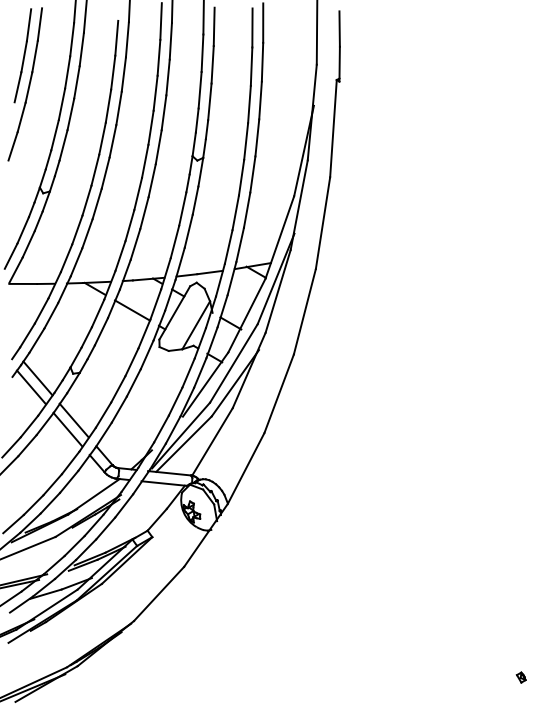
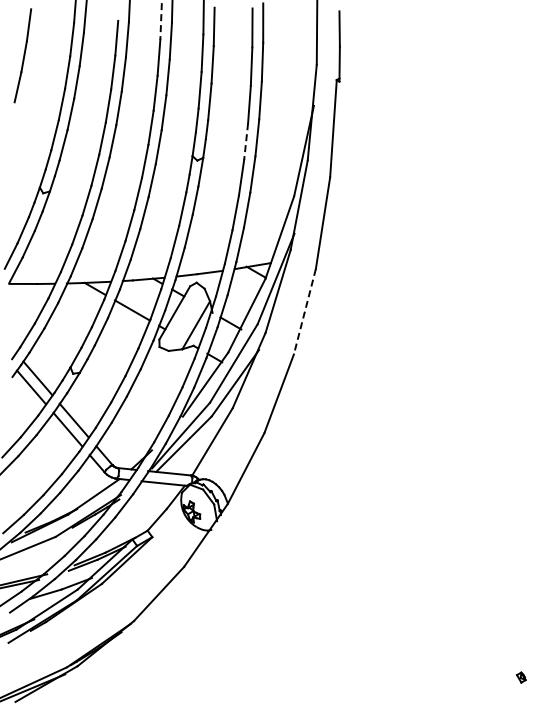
line at (161, 22): solid -> dashed
part at (24, 84): present -> none
line at (246, 142): solid -> dashed
line at (304, 312): solid -> dashed
